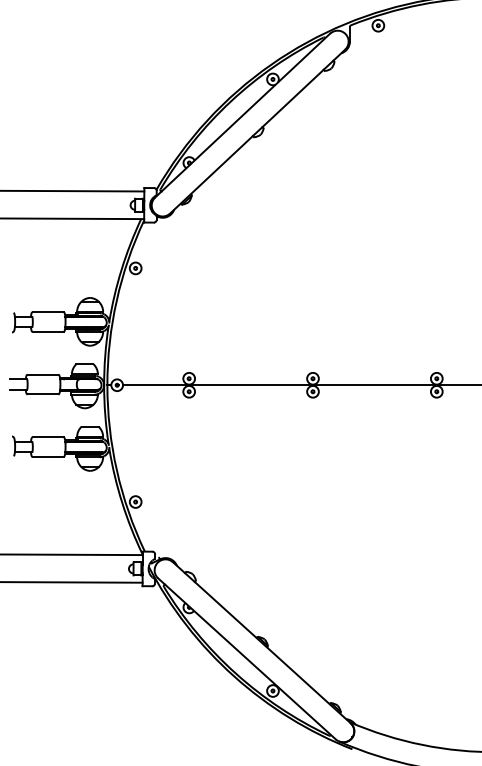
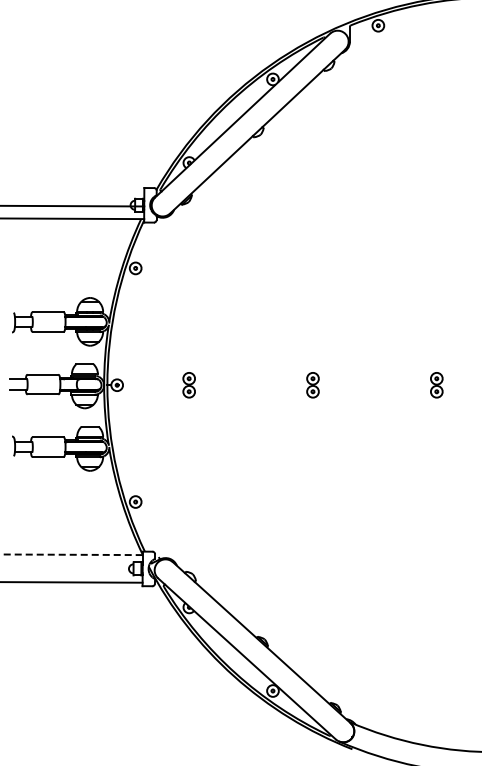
line at (73, 190) position: (73, 190) -> (73, 205)
line at (300, 385): present -> none
line at (71, 554): solid -> dashed
